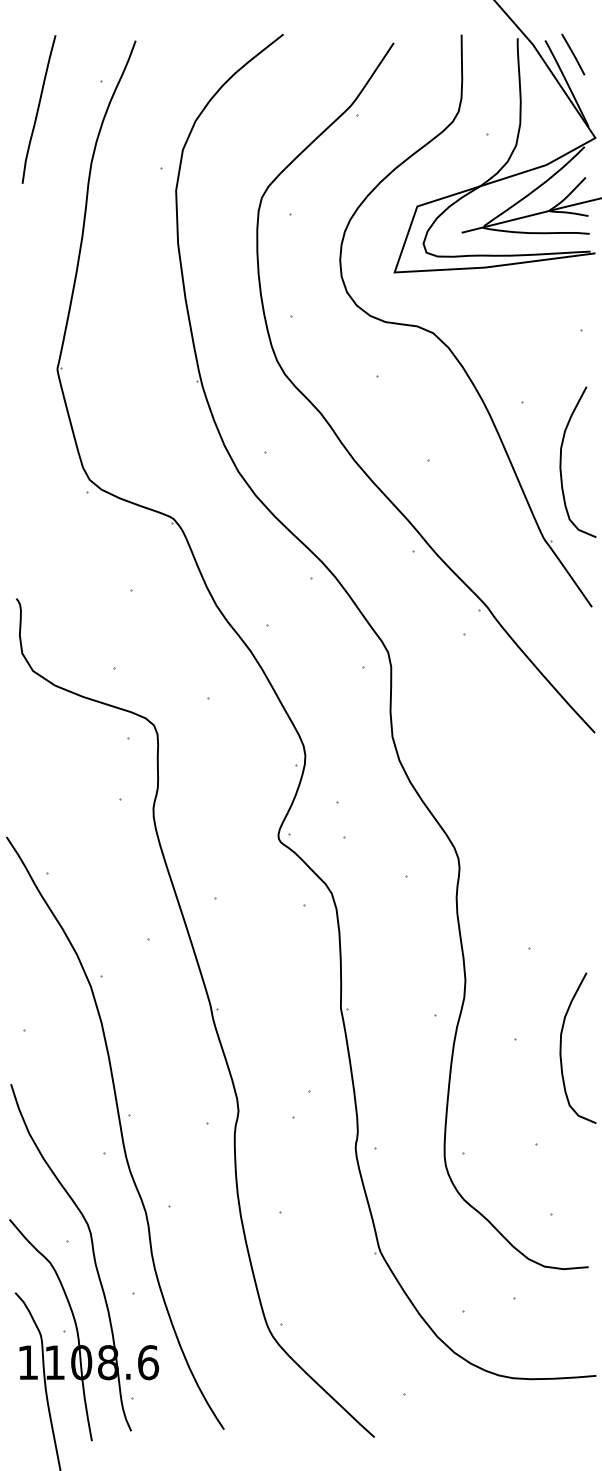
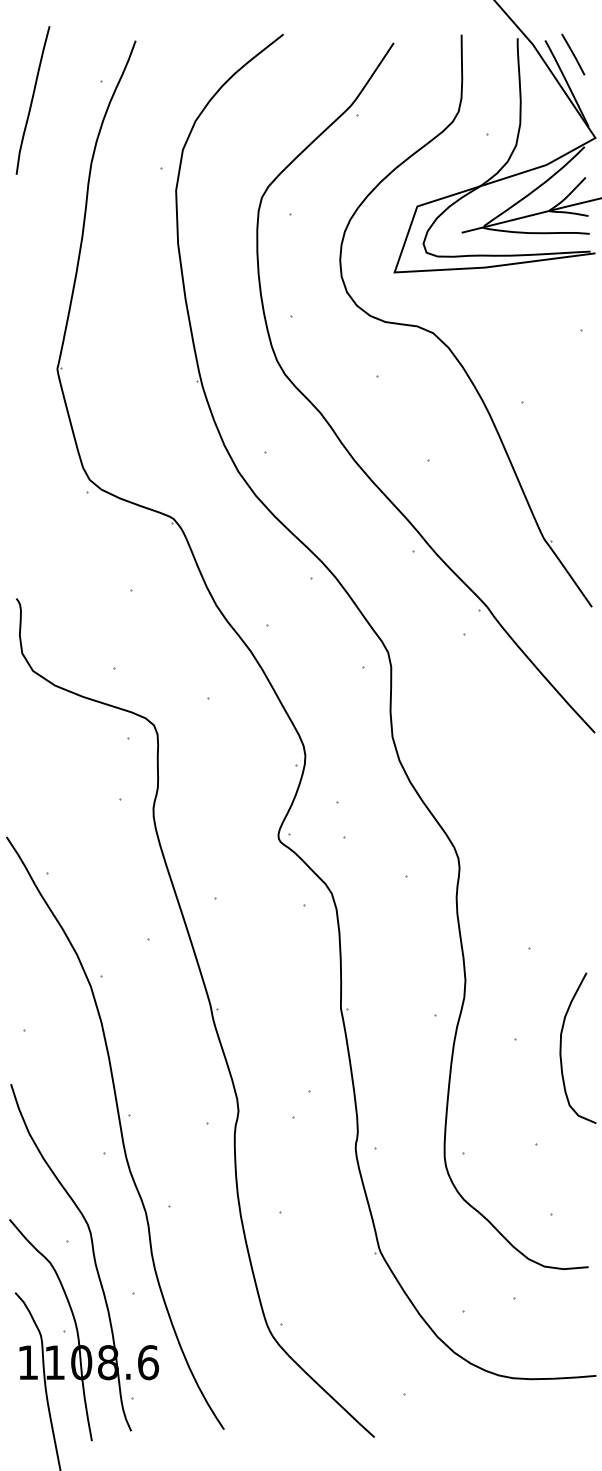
curve at (38, 109) position: (38, 109) -> (32, 100)
curve at (561, 461): present -> none
